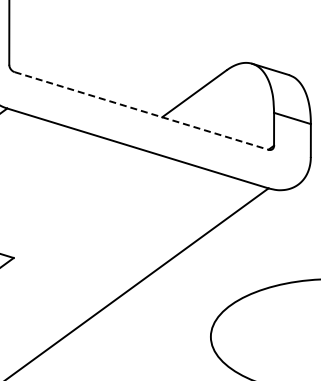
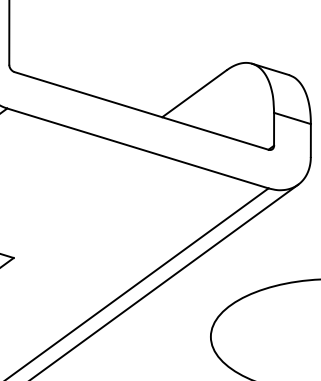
line at (141, 110): dashed -> solid
line at (165, 280): none -> present
